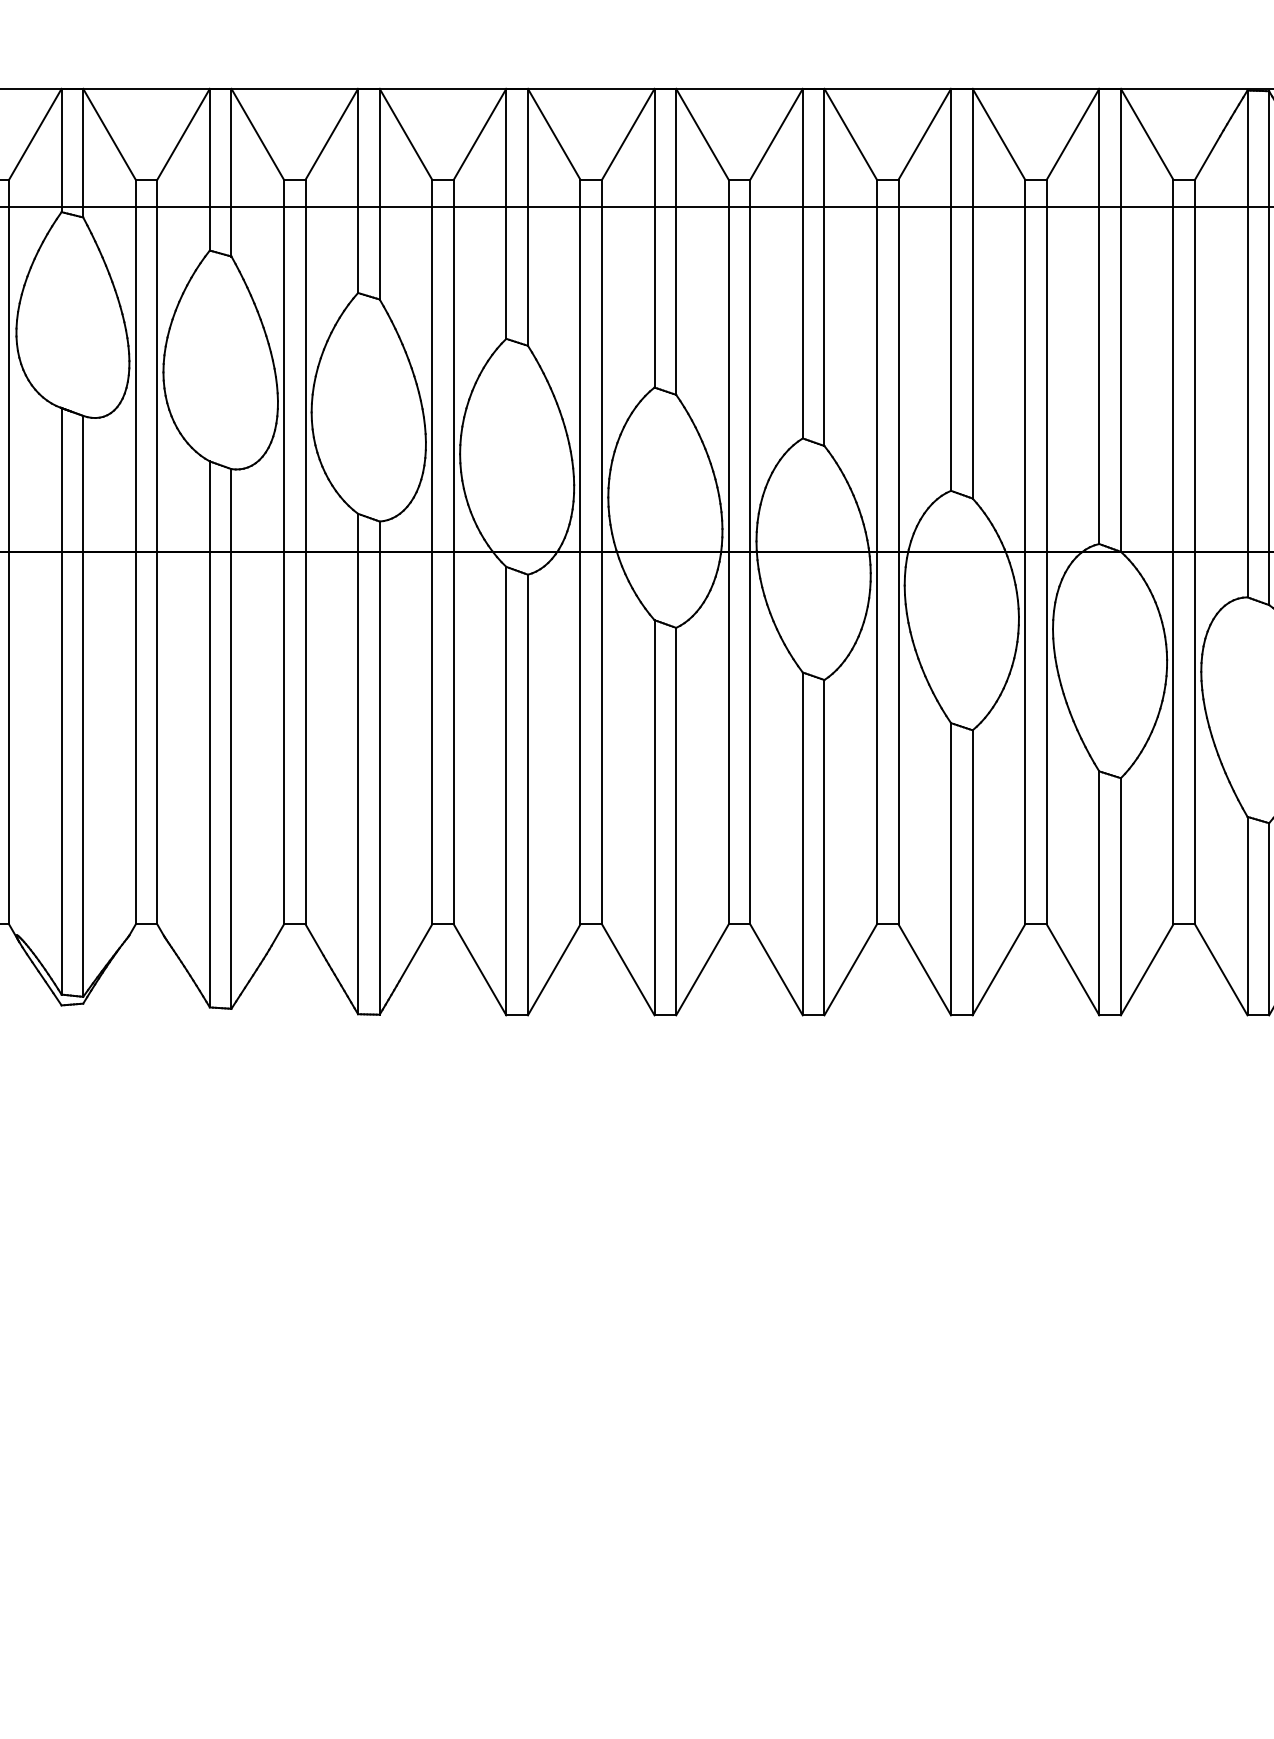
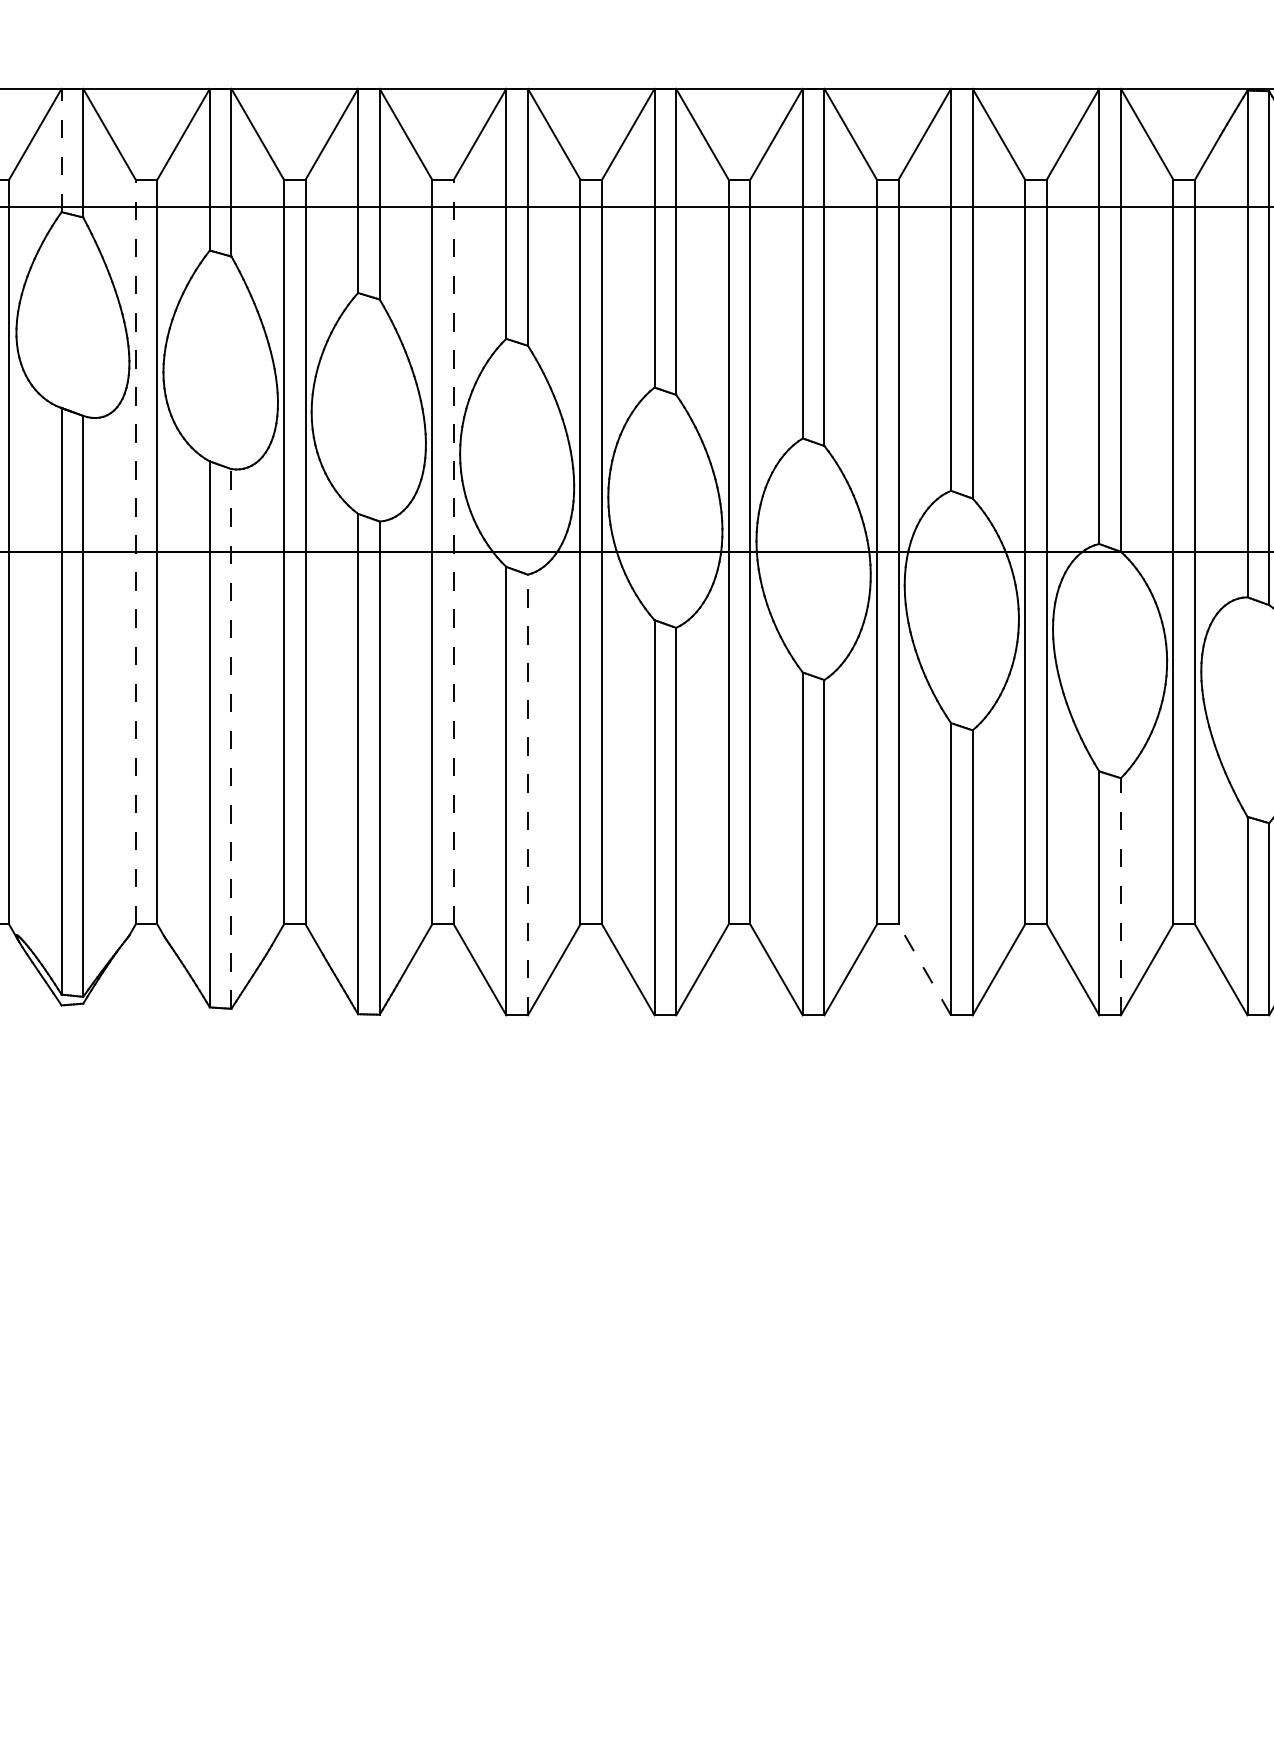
line at (61, 150): solid -> dashed
line at (135, 551): solid -> dashed
line at (453, 551): solid -> dashed
line at (231, 738): solid -> dashed
line at (527, 794): solid -> dashed
line at (1120, 896): solid -> dashed
line at (924, 969): solid -> dashed
